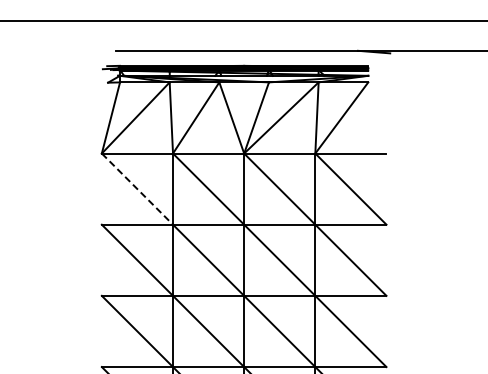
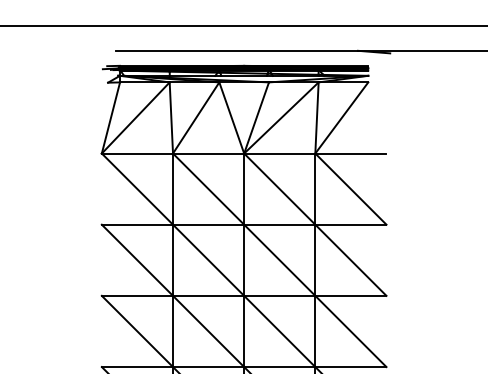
line at (243, 20) position: (243, 20) -> (243, 25)
line at (137, 189): dashed -> solid
